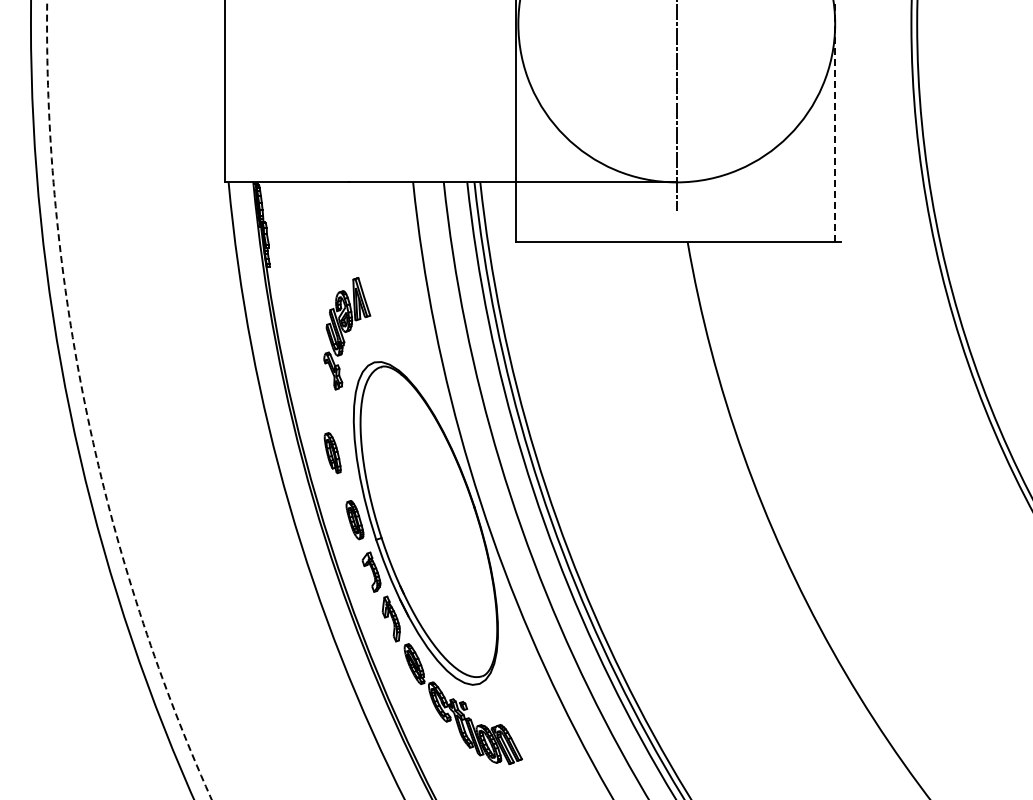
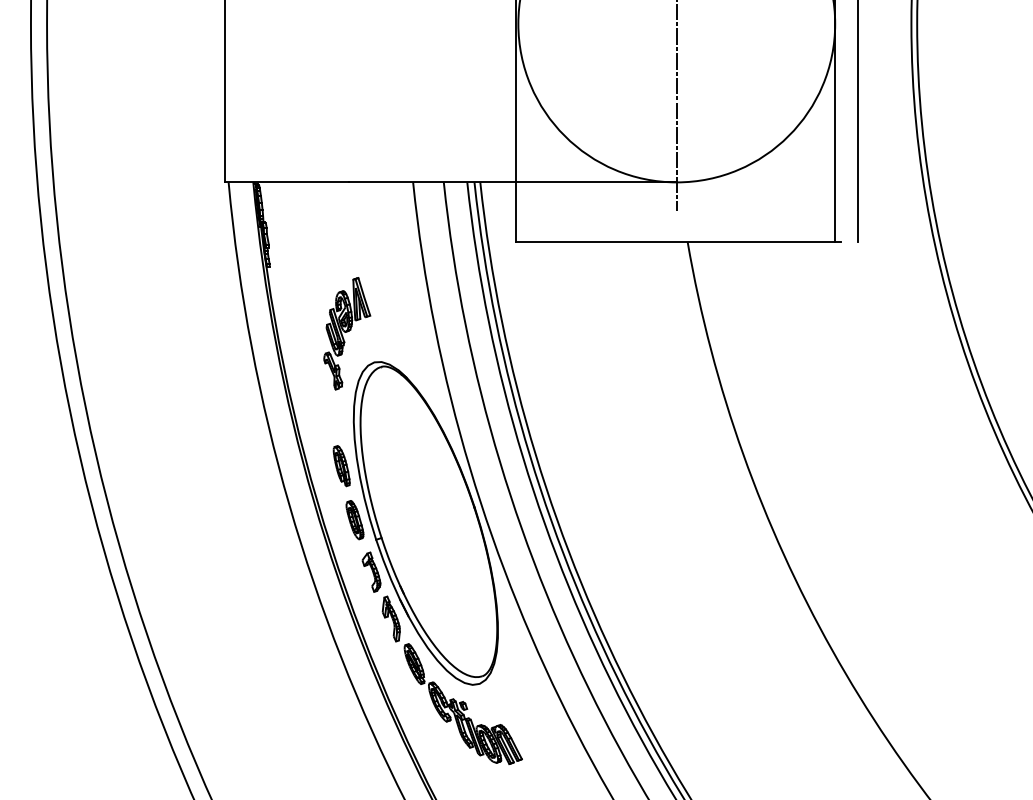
line at (835, 121): dashed -> solid
line at (858, 121): none -> present
circle at (129, 399): dashed -> solid
part at (332, 453) position: (332, 453) -> (341, 466)
